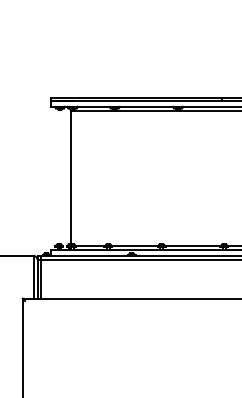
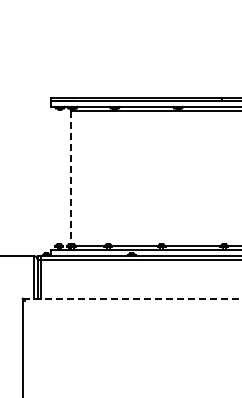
line at (70, 177): solid -> dashed
line at (132, 298): solid -> dashed
